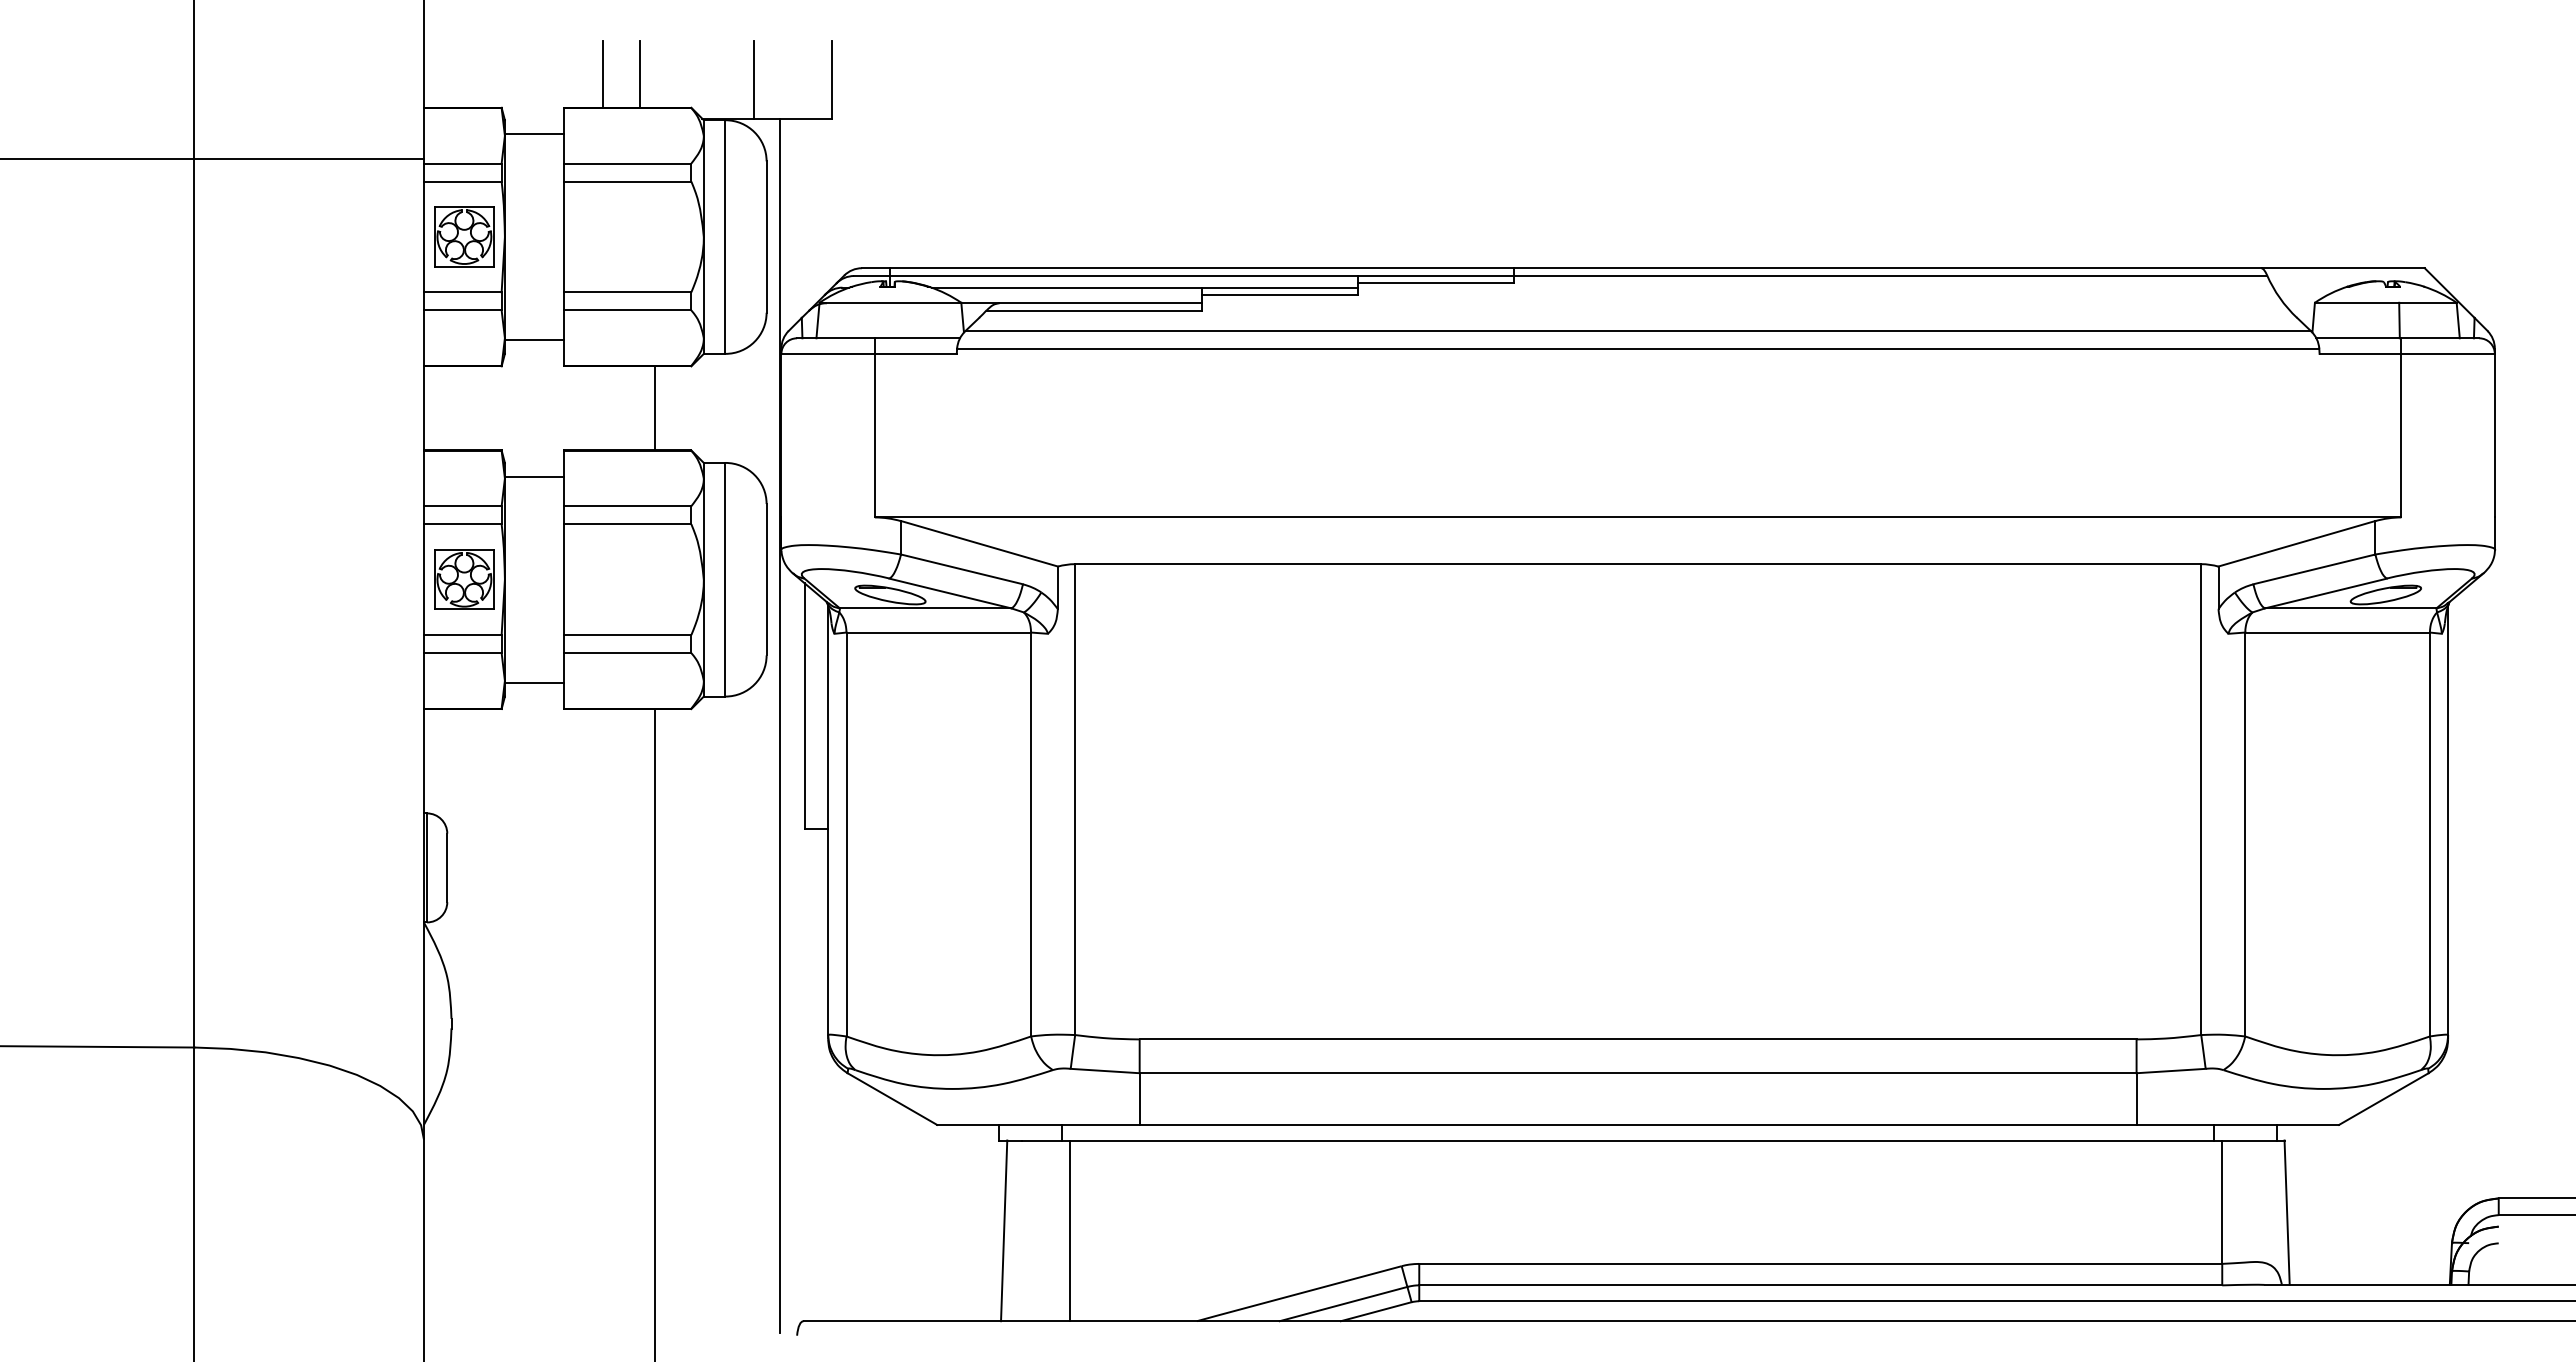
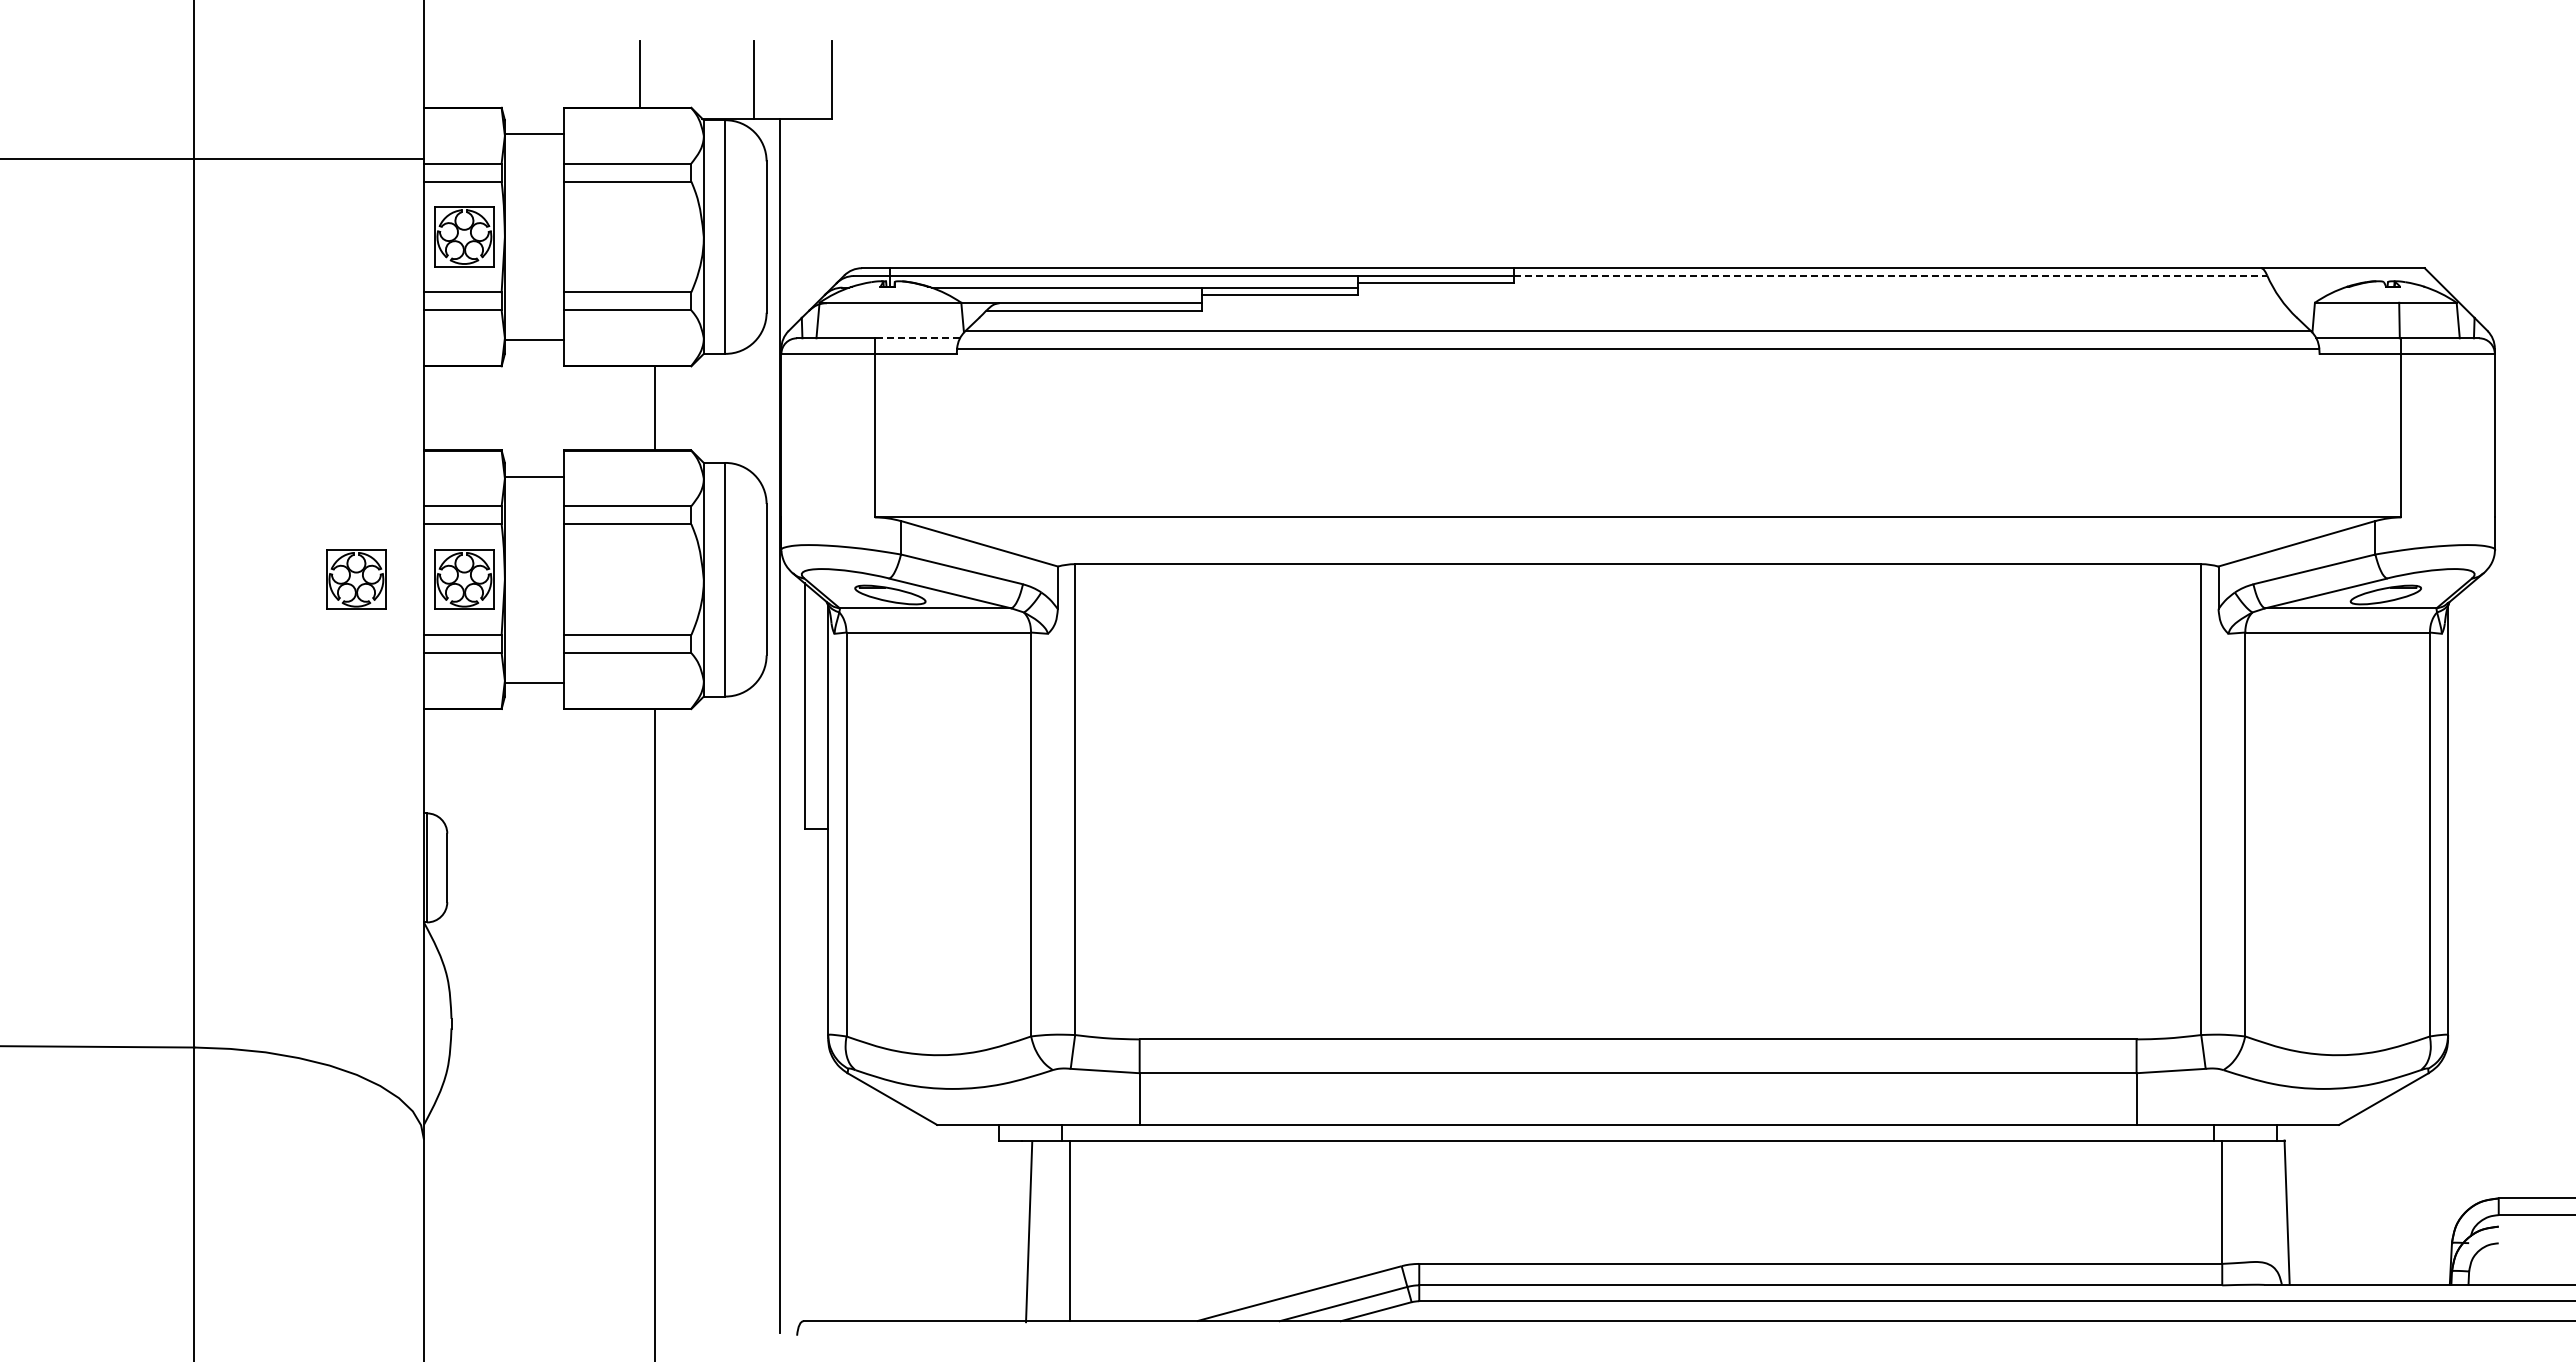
line at (603, 73): present -> none
line at (1890, 275): solid -> dashed
line at (917, 338): solid -> dashed
part at (356, 579): none -> present
line at (1004, 1230) position: (1004, 1230) -> (1029, 1231)
